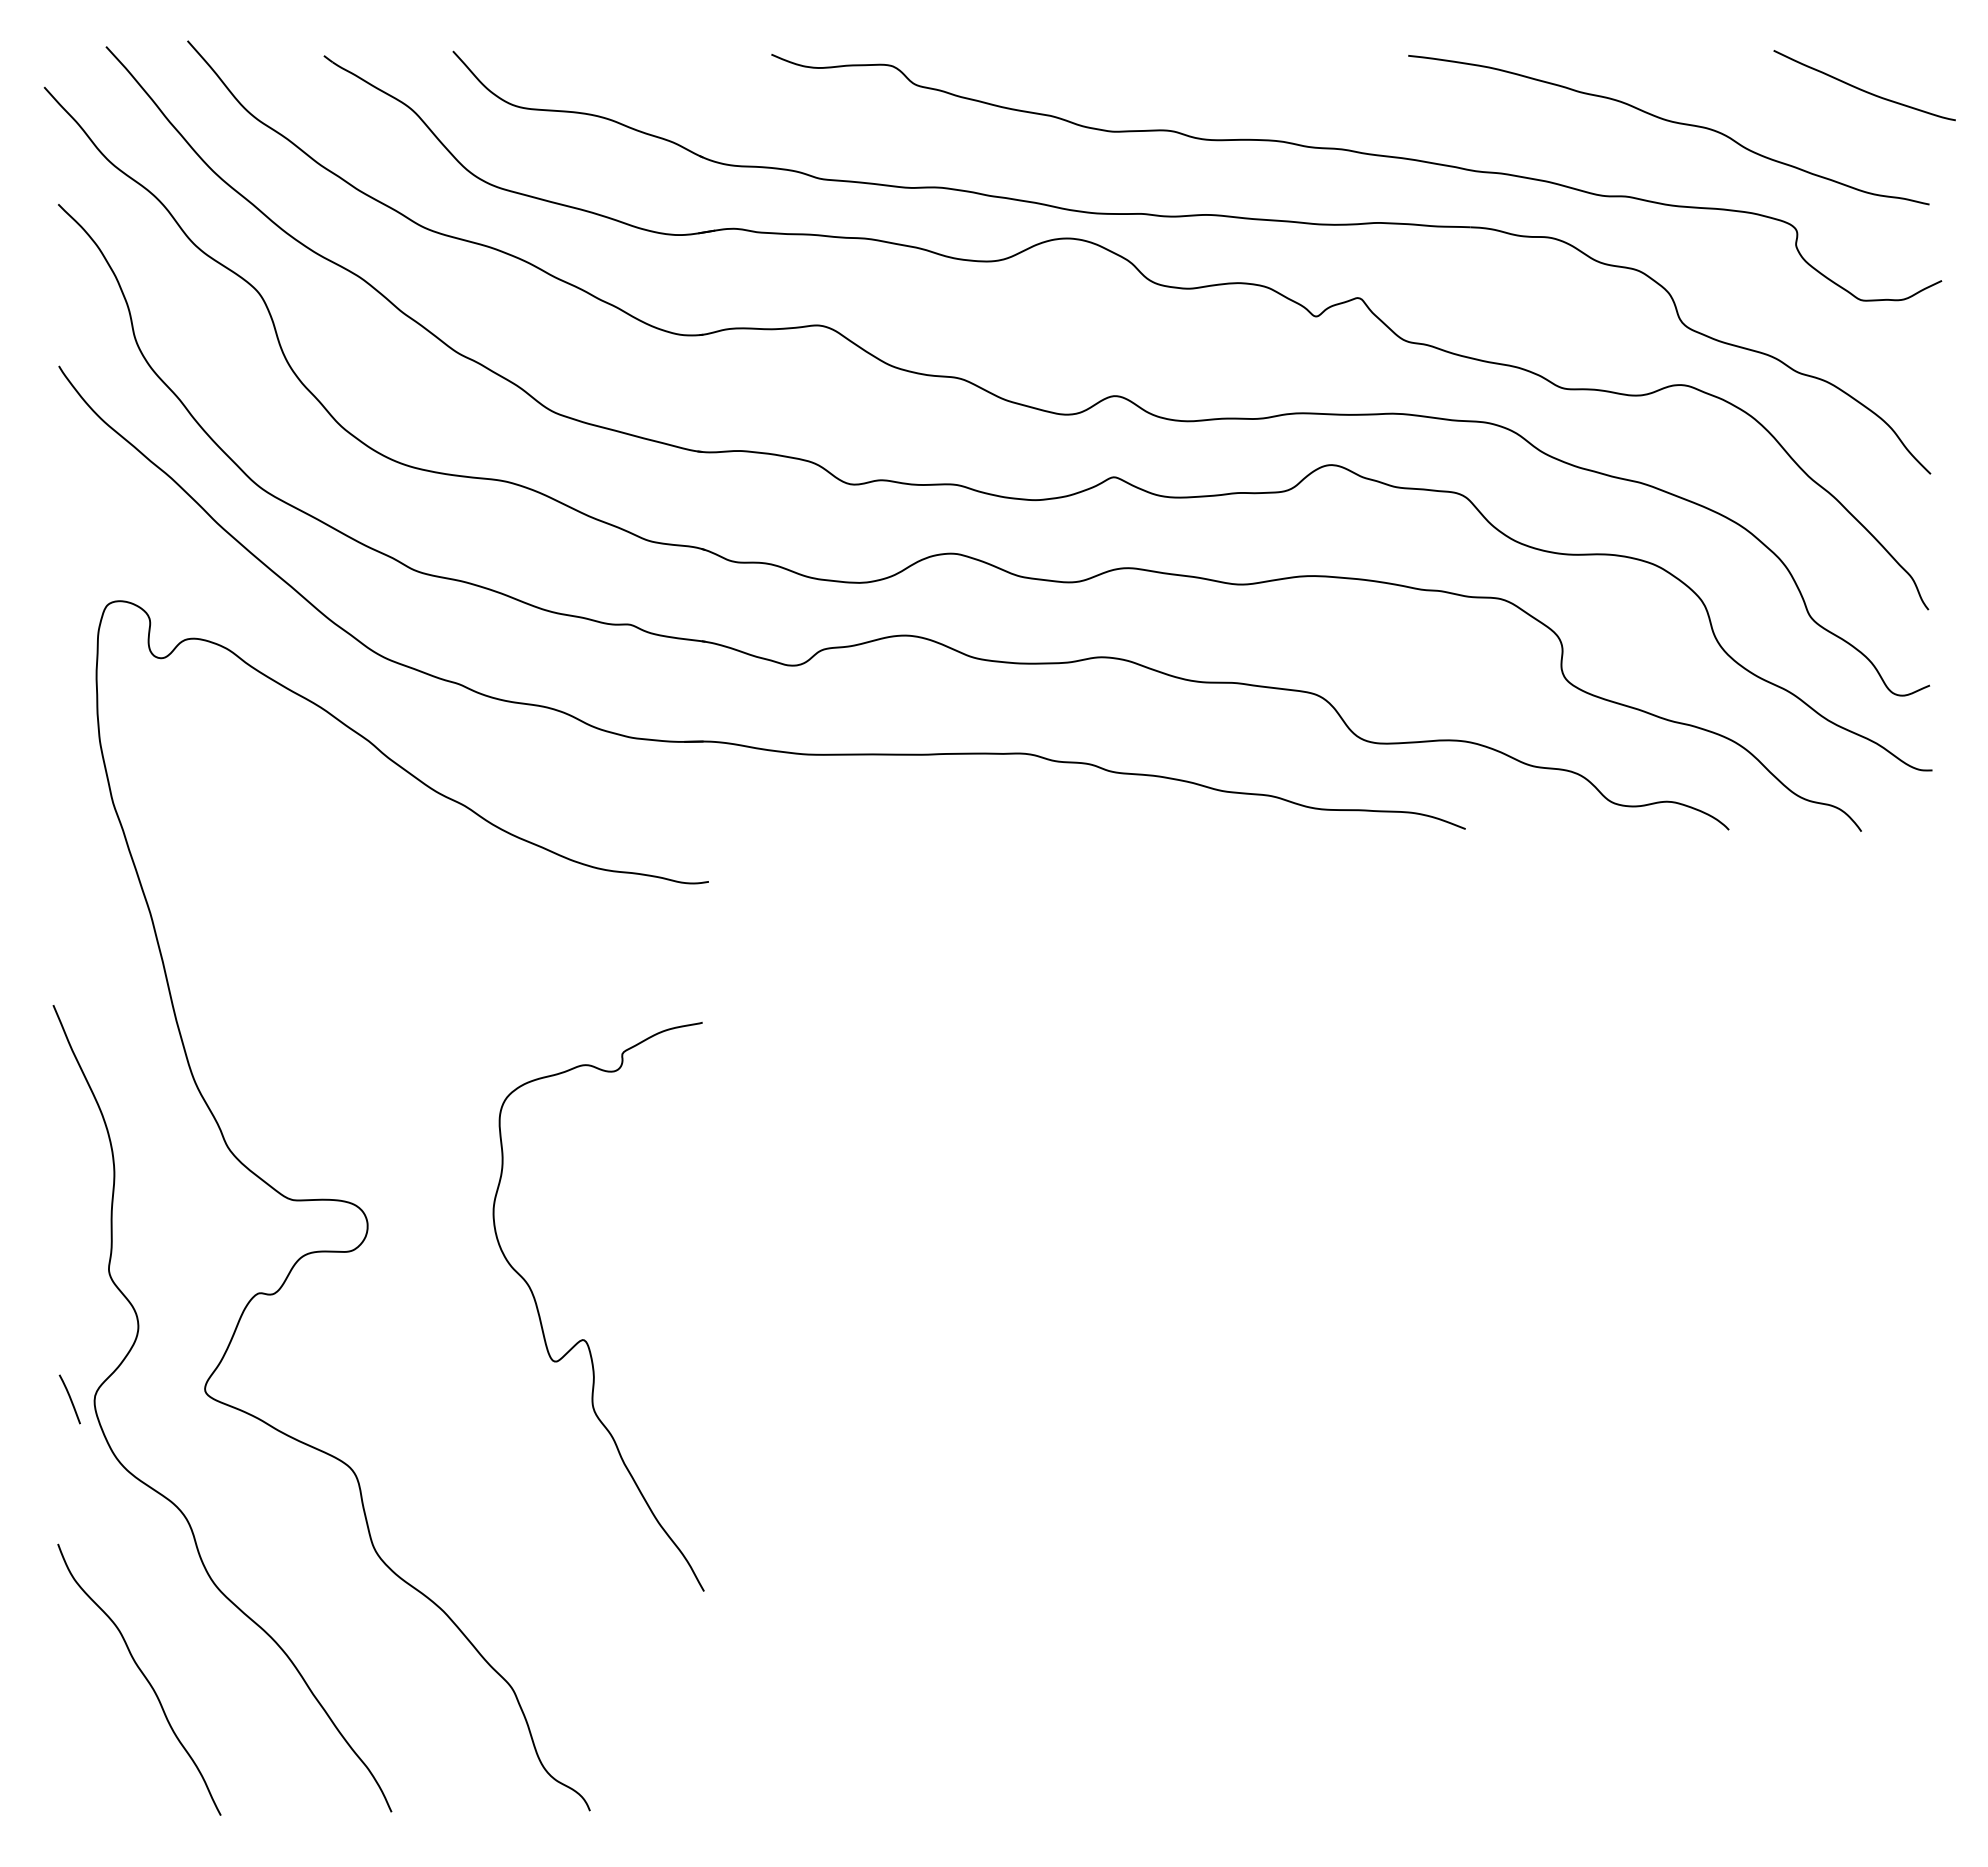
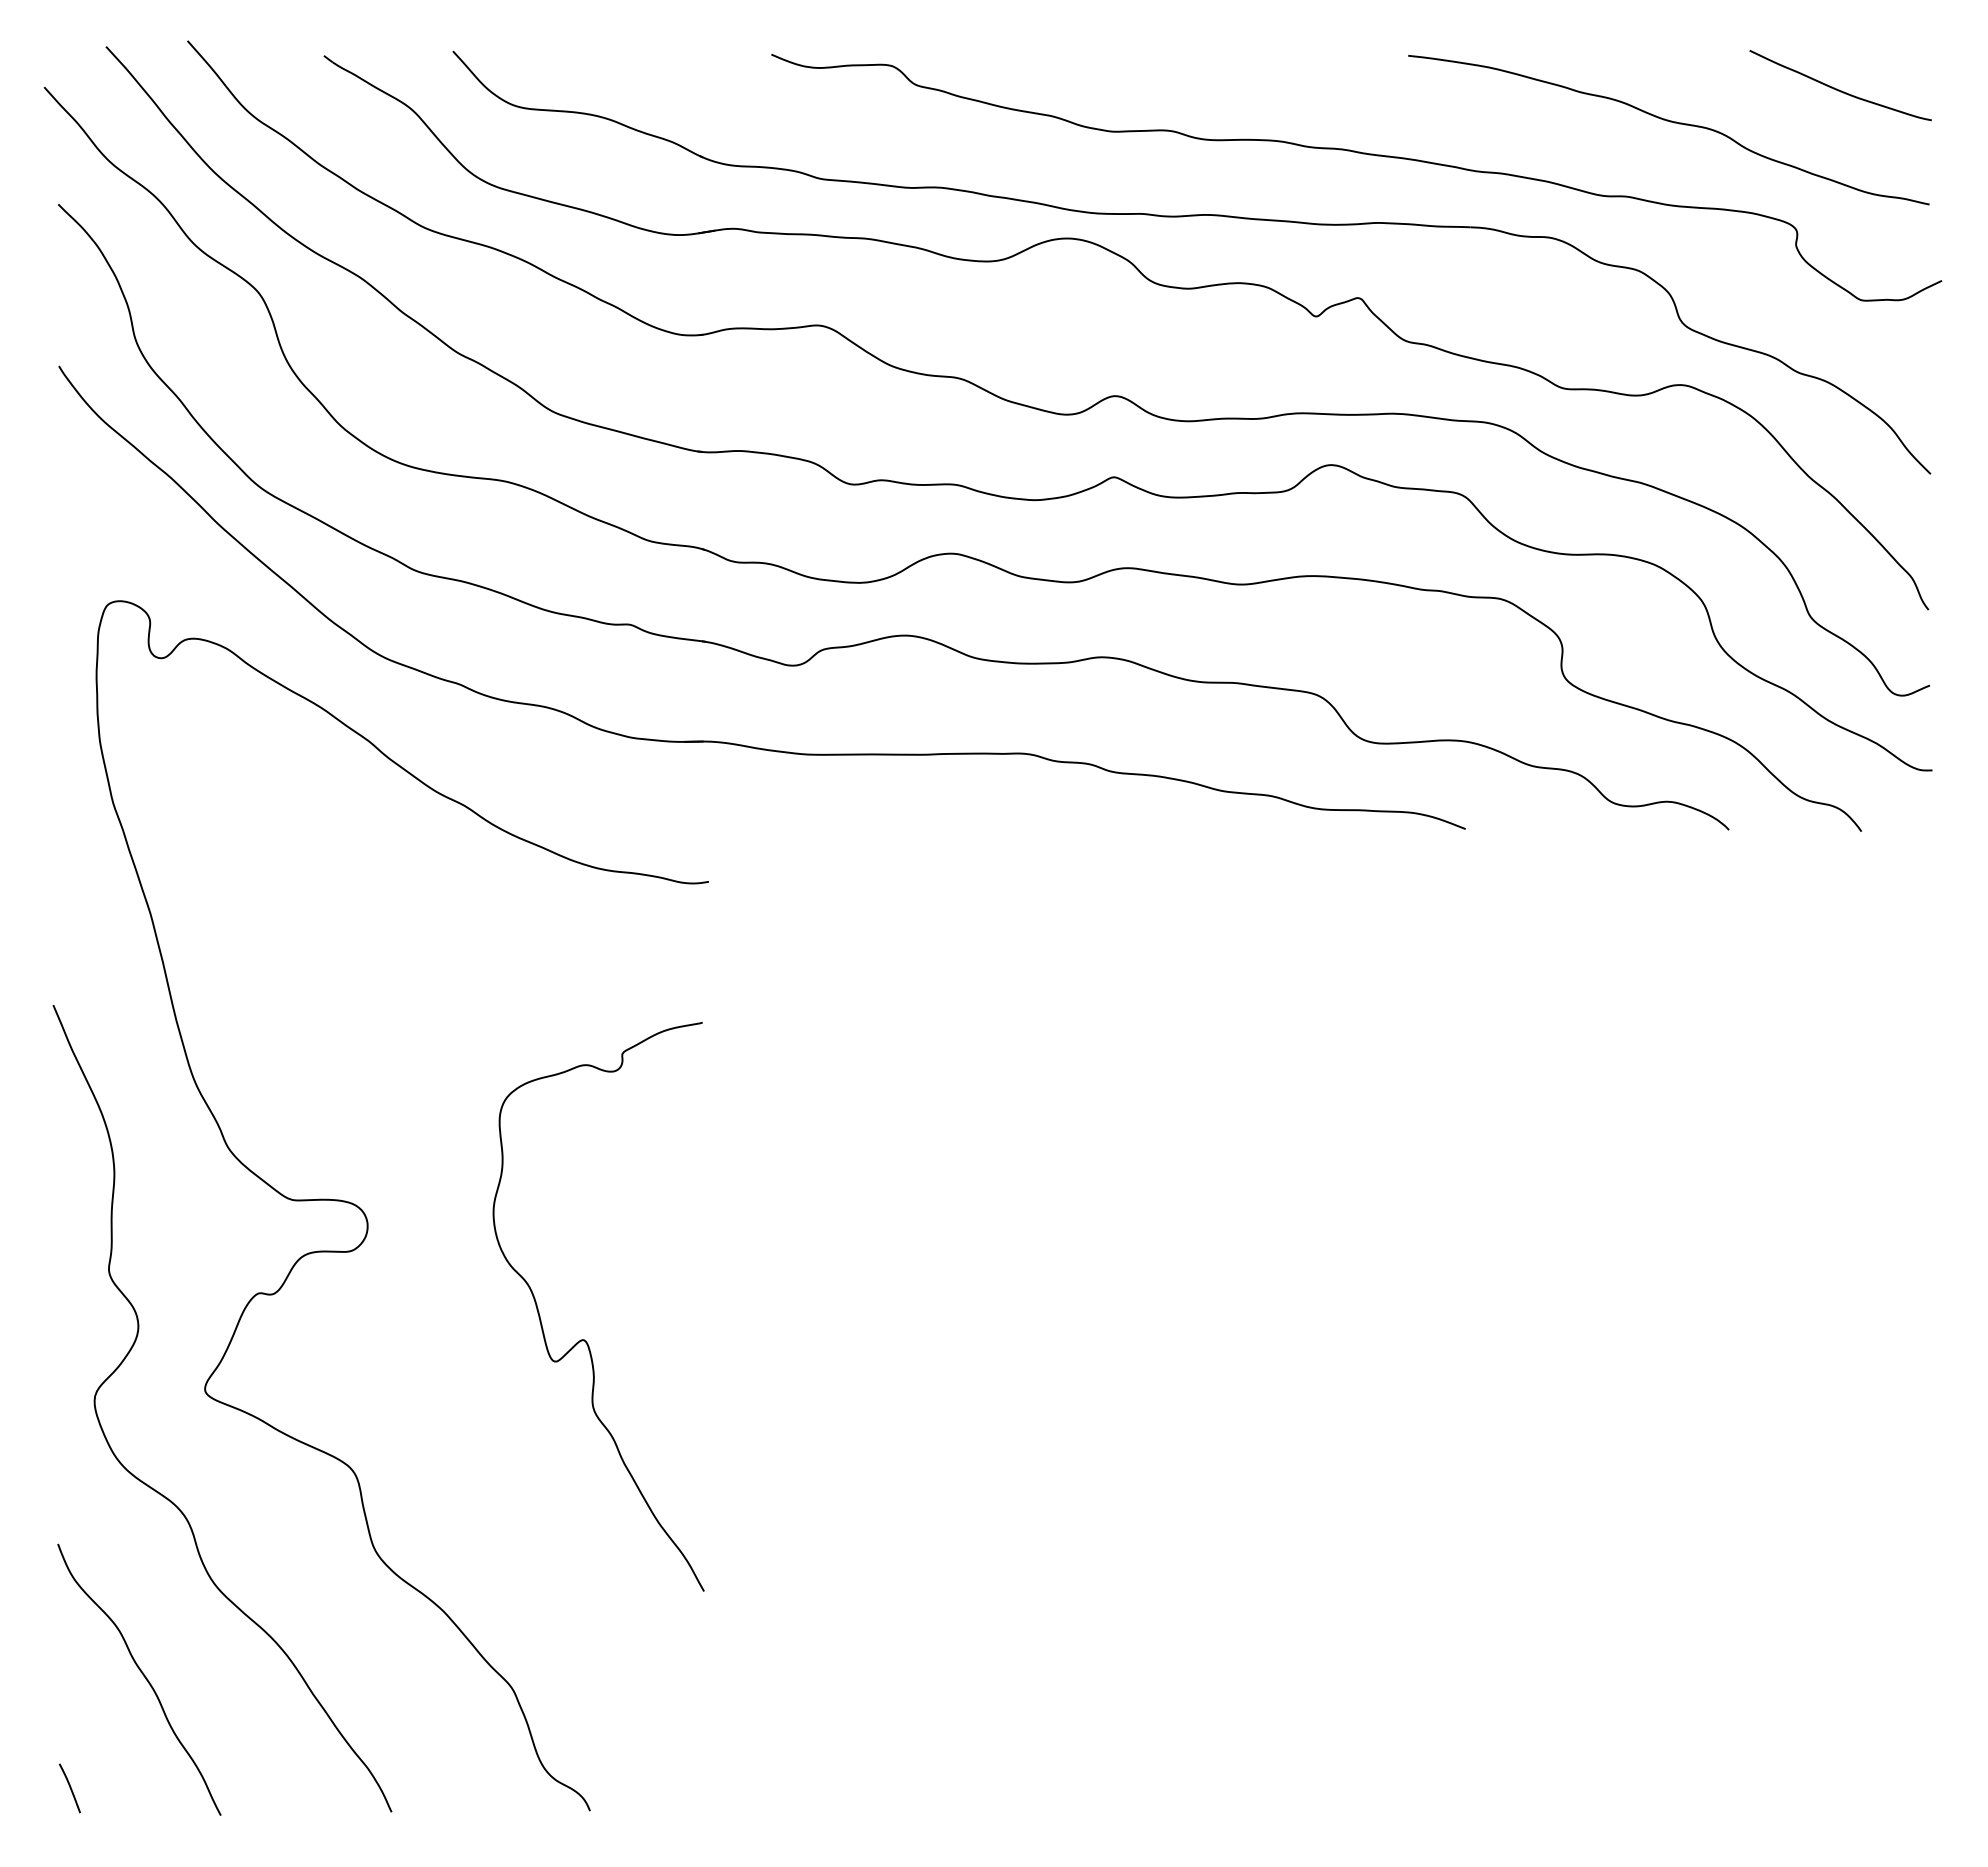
curve at (1863, 89) position: (1863, 89) -> (1839, 89)
curve at (69, 1398) position: (69, 1398) -> (69, 1787)
